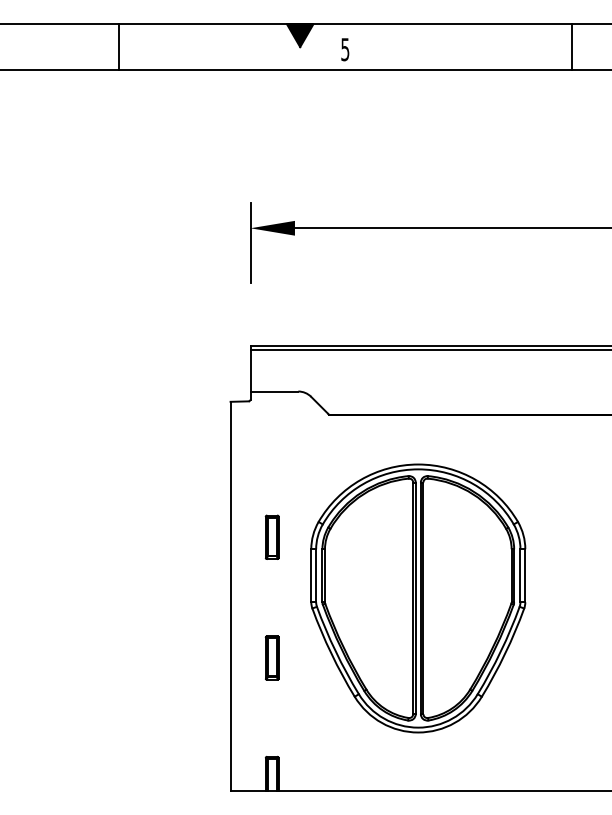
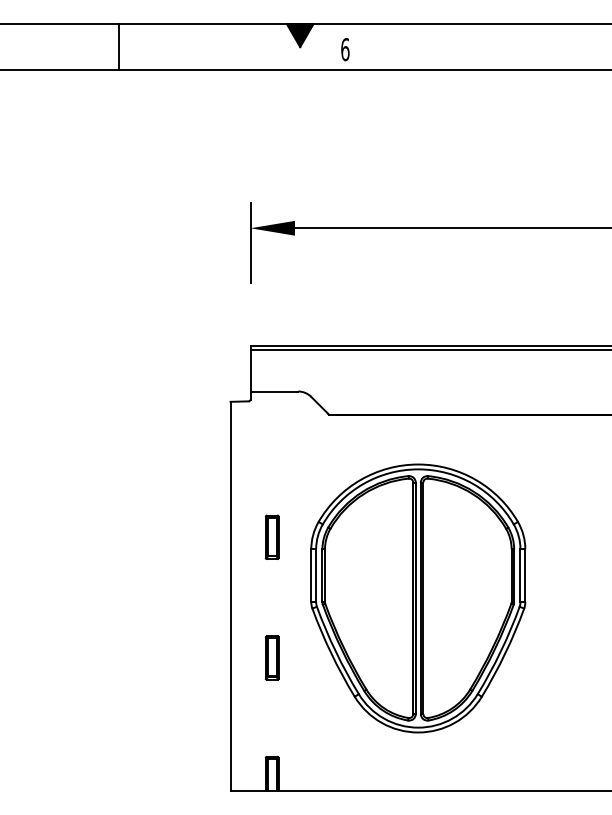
line at (572, 46): present -> none
text at (345, 49): 5 -> 6
